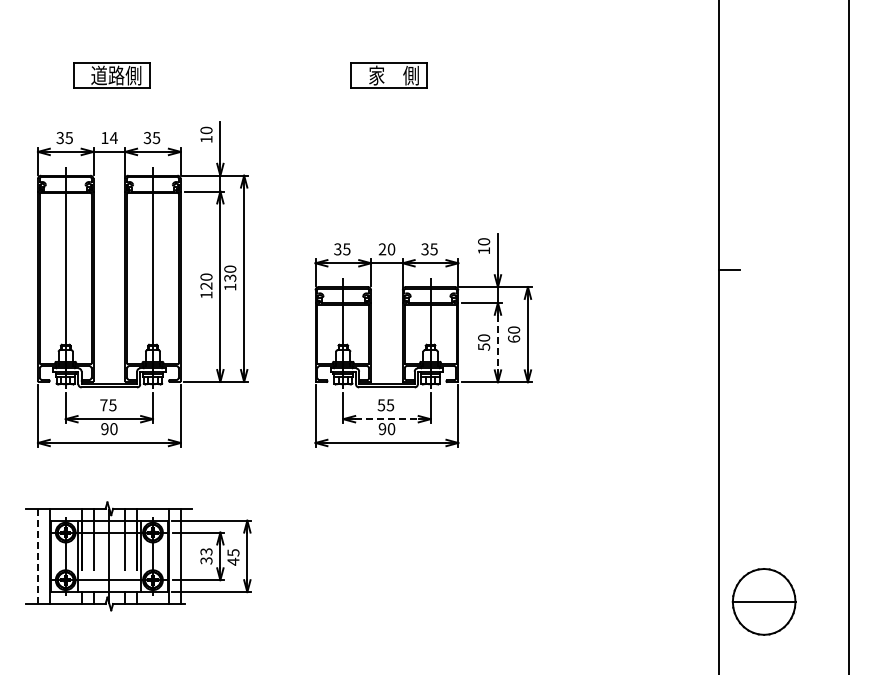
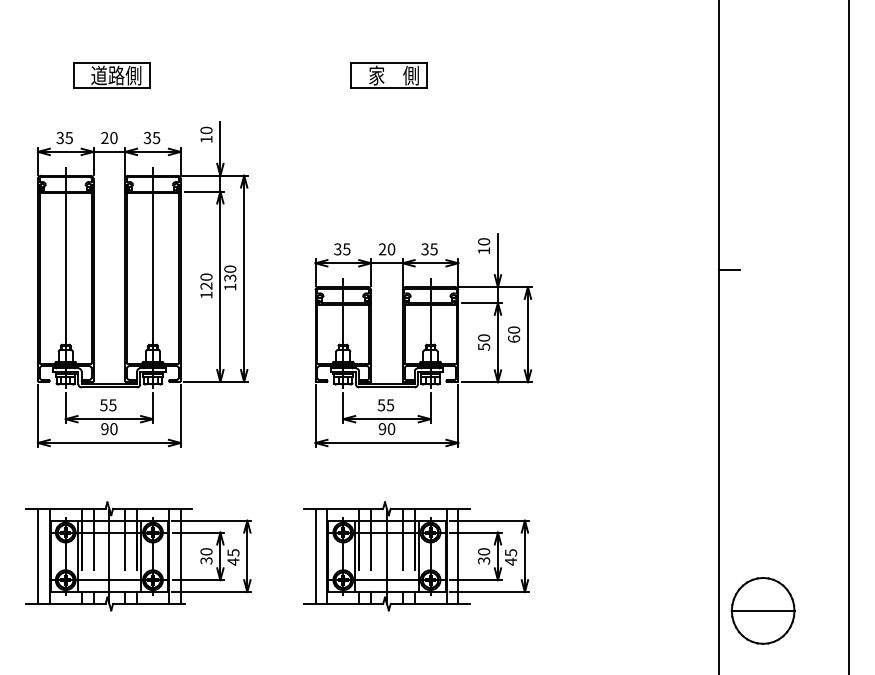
text at (109, 137): 14 -> 20
line at (497, 342): dashed -> solid
text at (103, 405): 75 -> 55
line at (386, 419): dashed -> solid
text at (206, 551): 33 -> 30
line at (37, 556): dashed -> solid
part at (416, 556): none -> present
part at (763, 601) position: (763, 601) -> (762, 610)
